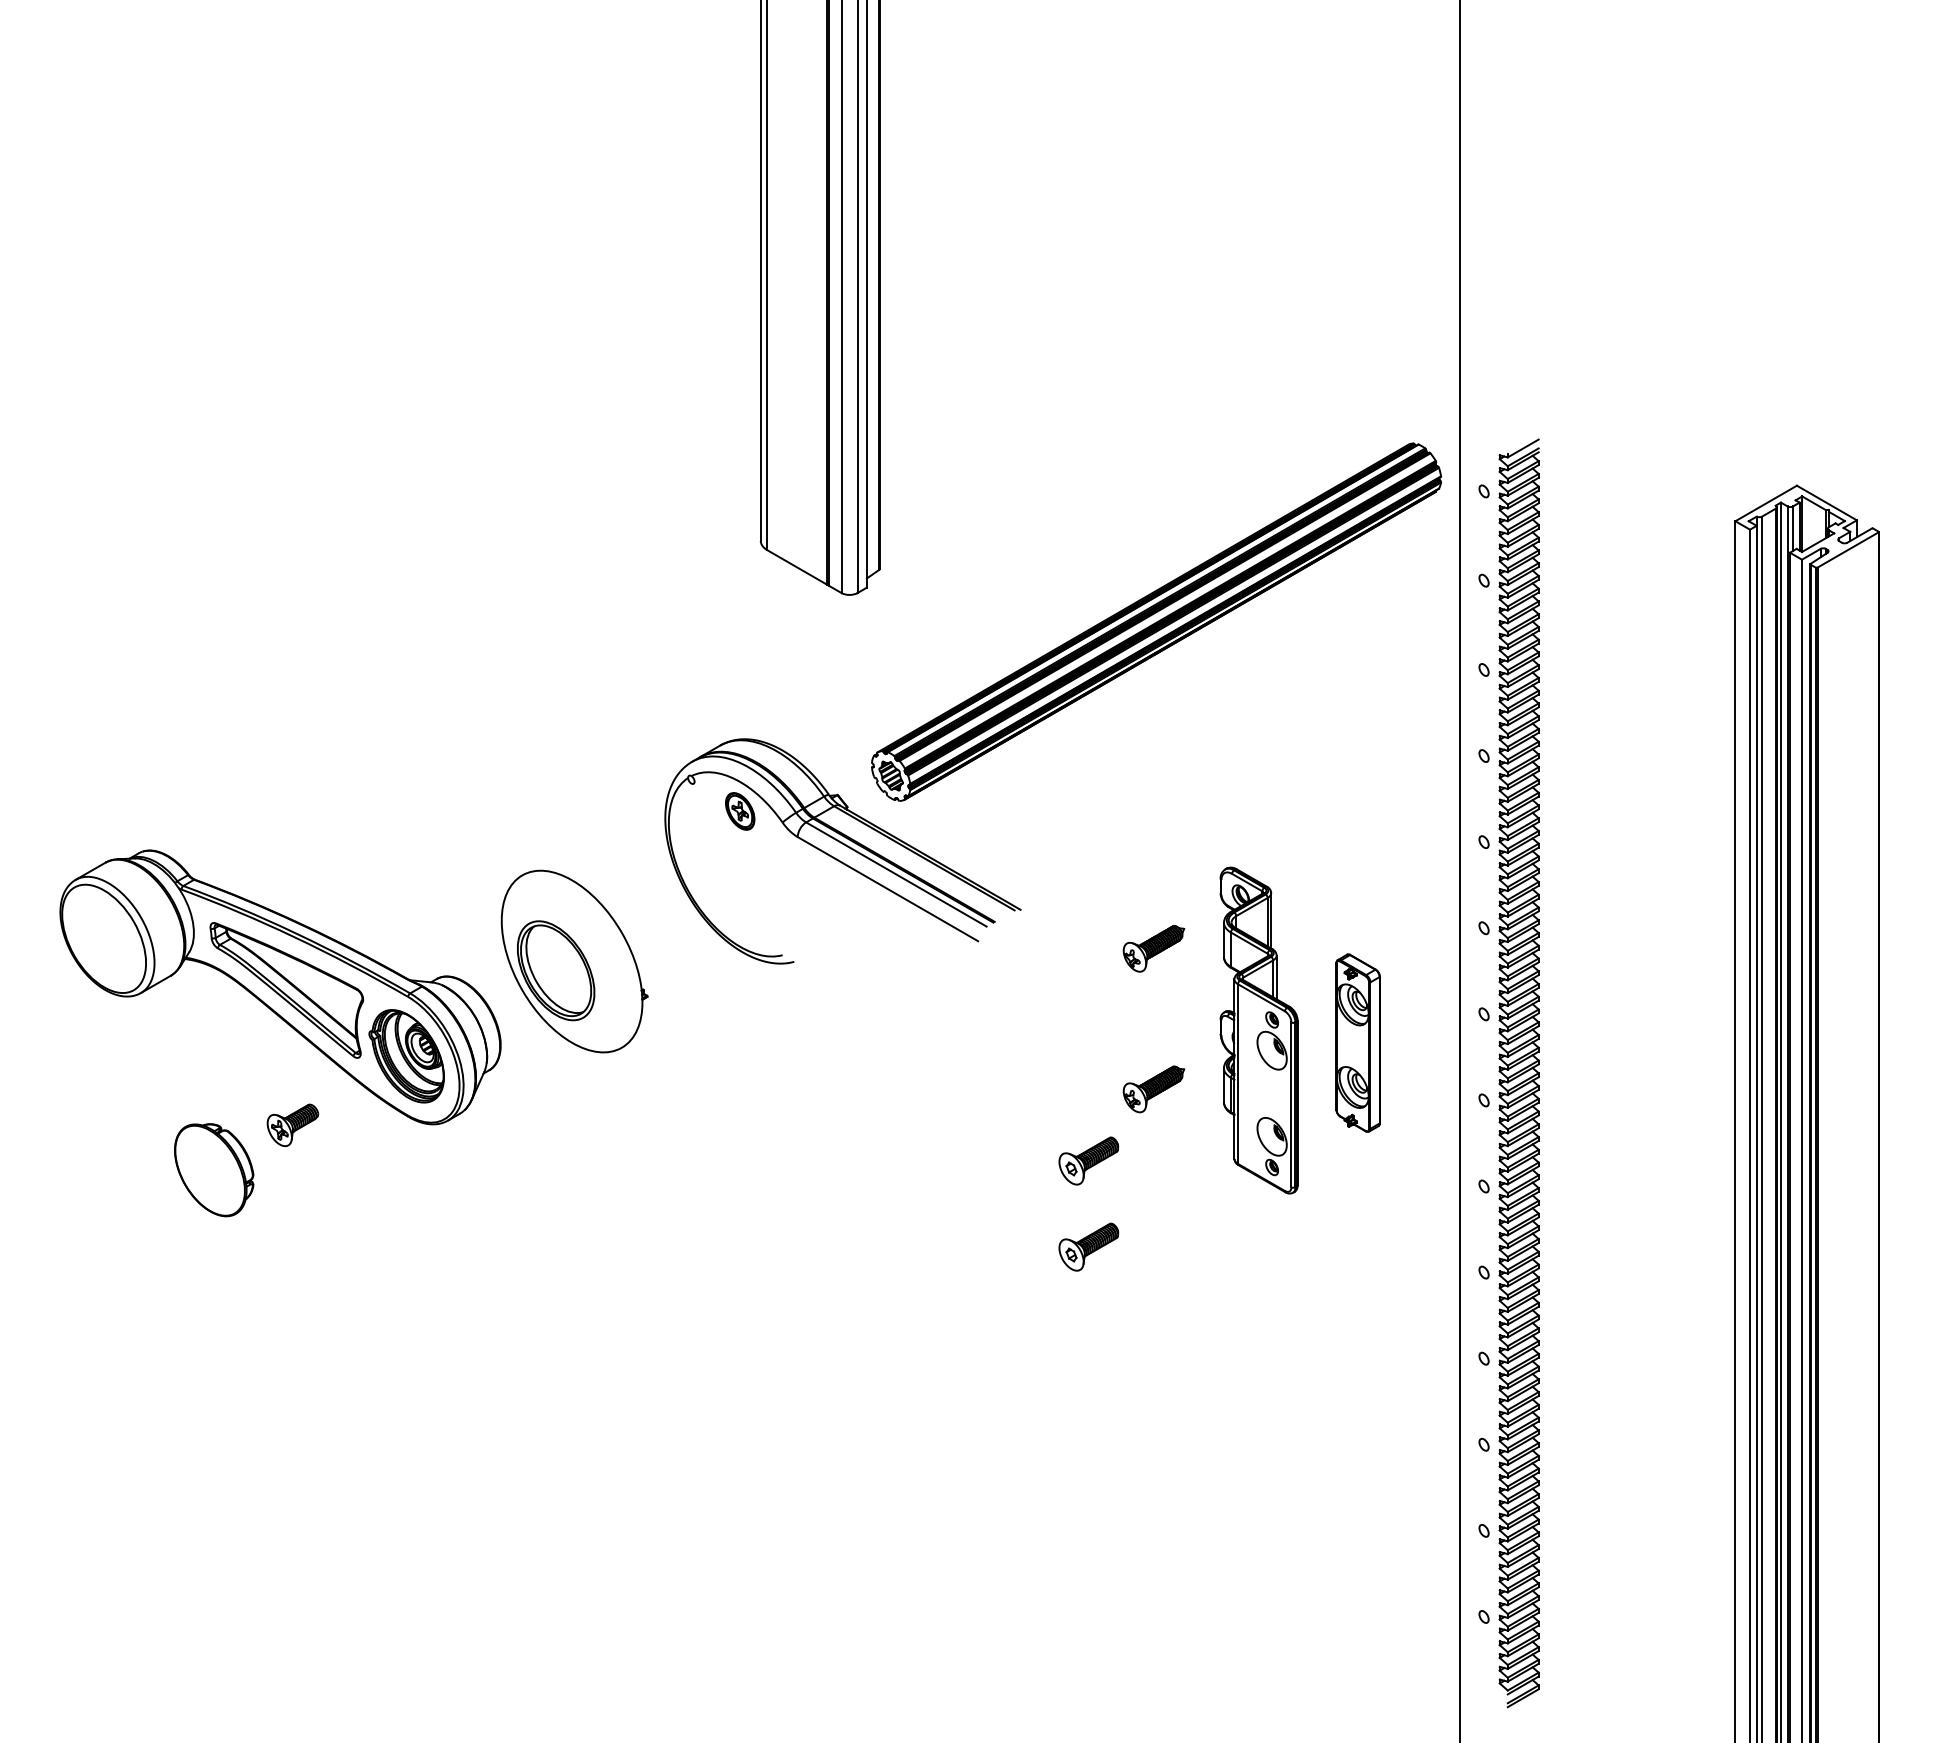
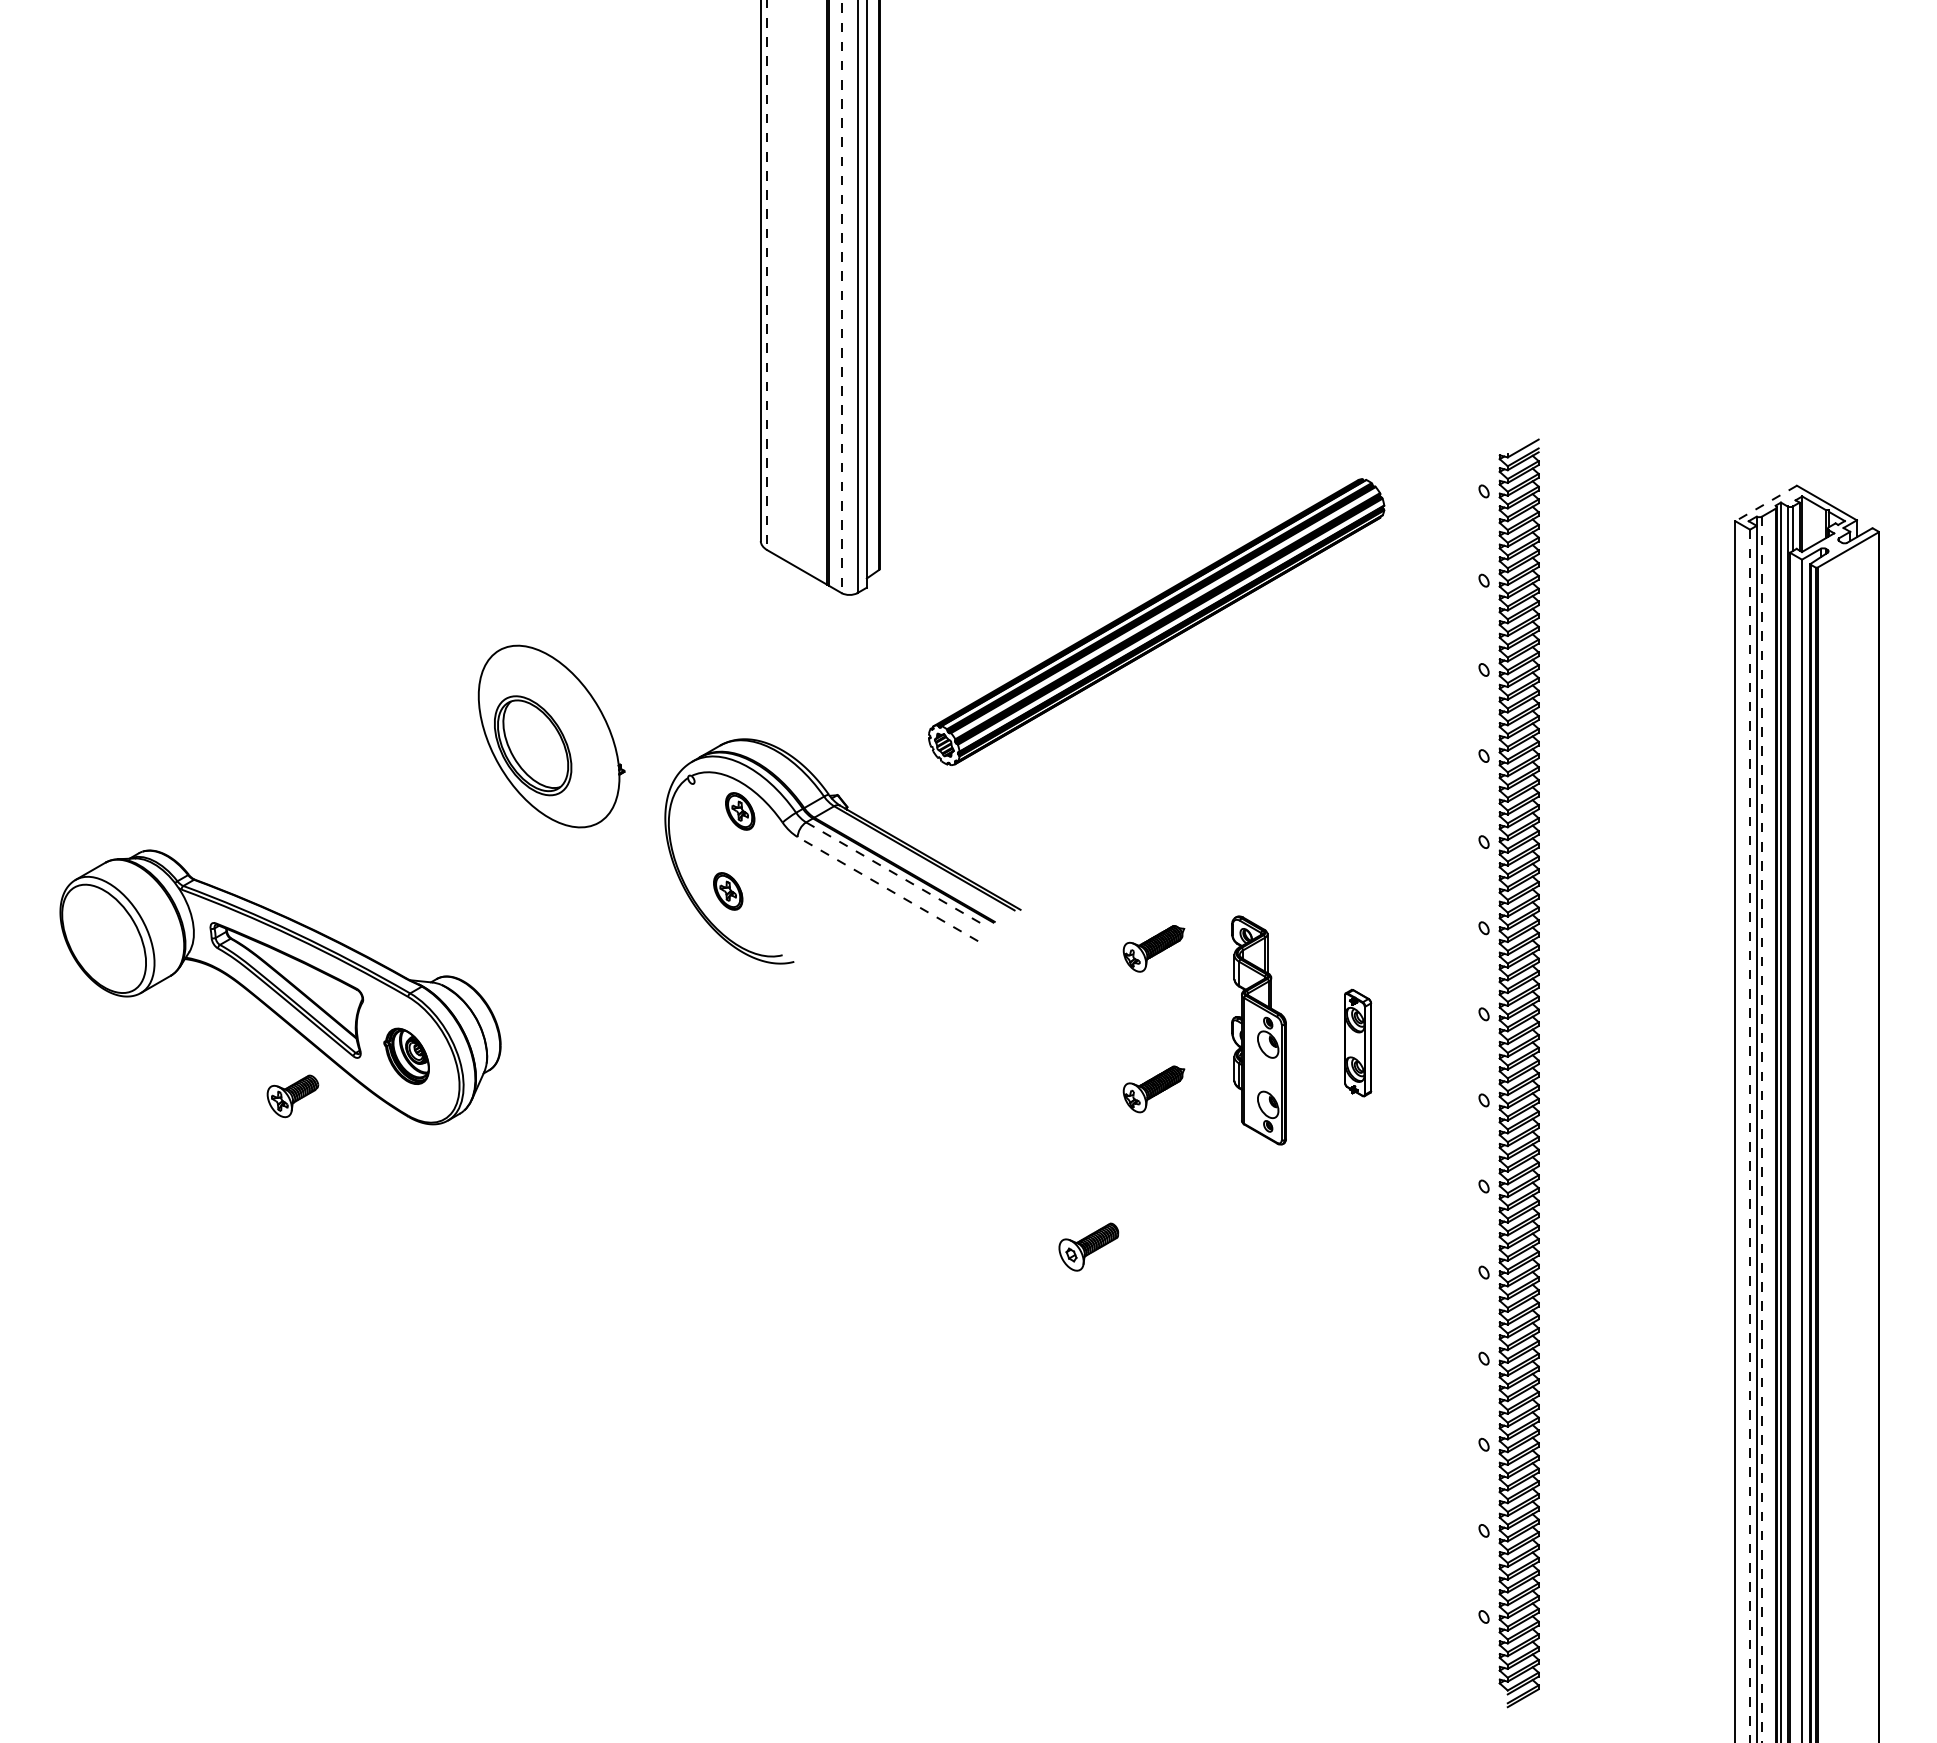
line at (767, 275): solid -> dashed
line at (841, 297): solid -> dashed
line at (1766, 503): solid -> dashed
part at (1156, 621) size: 572x360 px -> 458x288 px
line at (1460, 870): present -> none
line at (896, 874): solid -> dashed
line at (887, 888): solid -> dashed
part at (728, 891): none -> present
part at (574, 961) position: (574, 961) -> (551, 736)
part at (1258, 1030) size: 80x329 px -> 56x231 px
part at (1357, 1042) size: 46x180 px -> 29x110 px
part at (406, 1056) size: 77x95 px -> 47x58 px
part at (292, 1125) position: (292, 1125) -> (292, 1096)
line at (1762, 1130): solid -> dashed
line at (1750, 1136): solid -> dashed
part at (1088, 1160): present -> none
part at (214, 1170): present -> none
